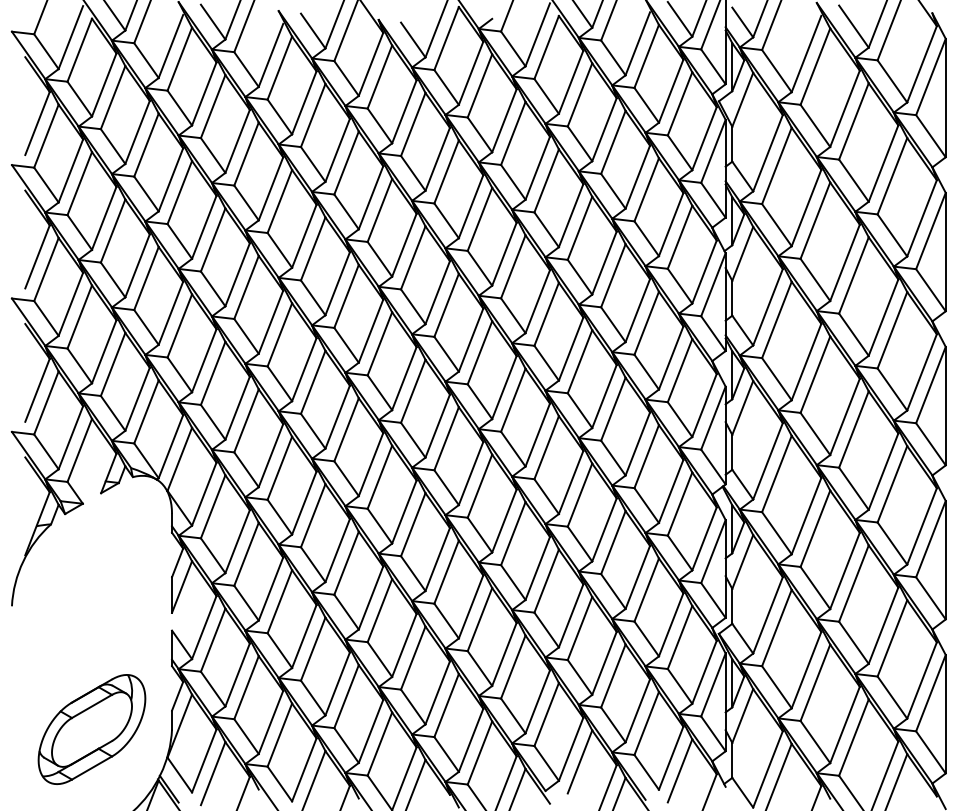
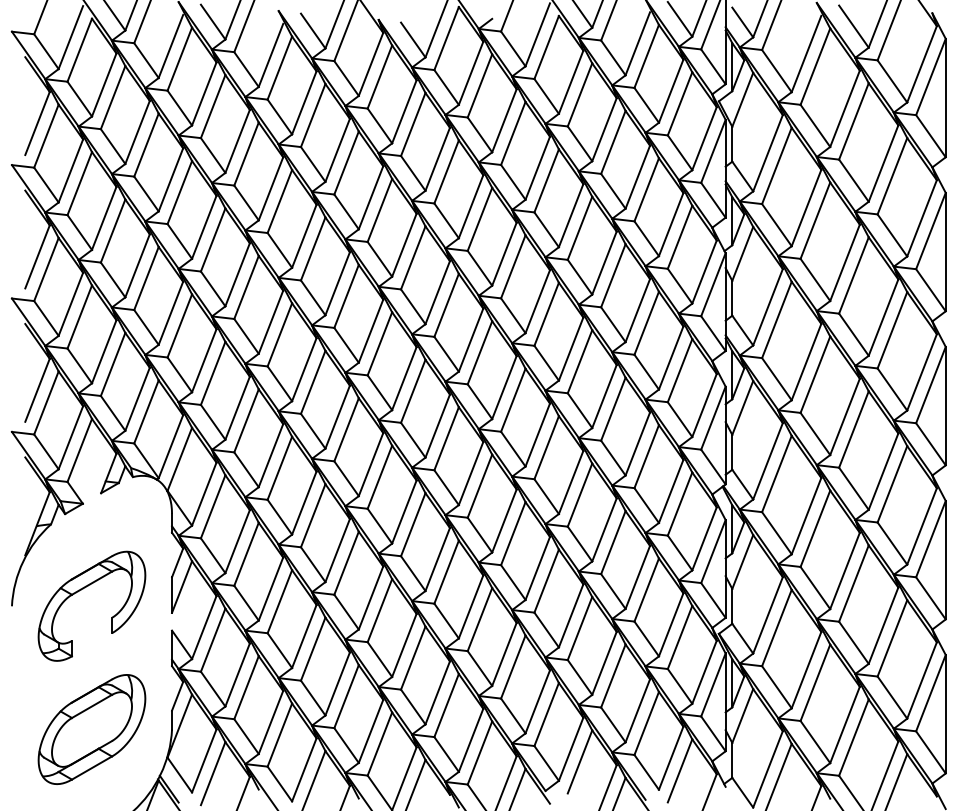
part at (83, 589): none -> present
